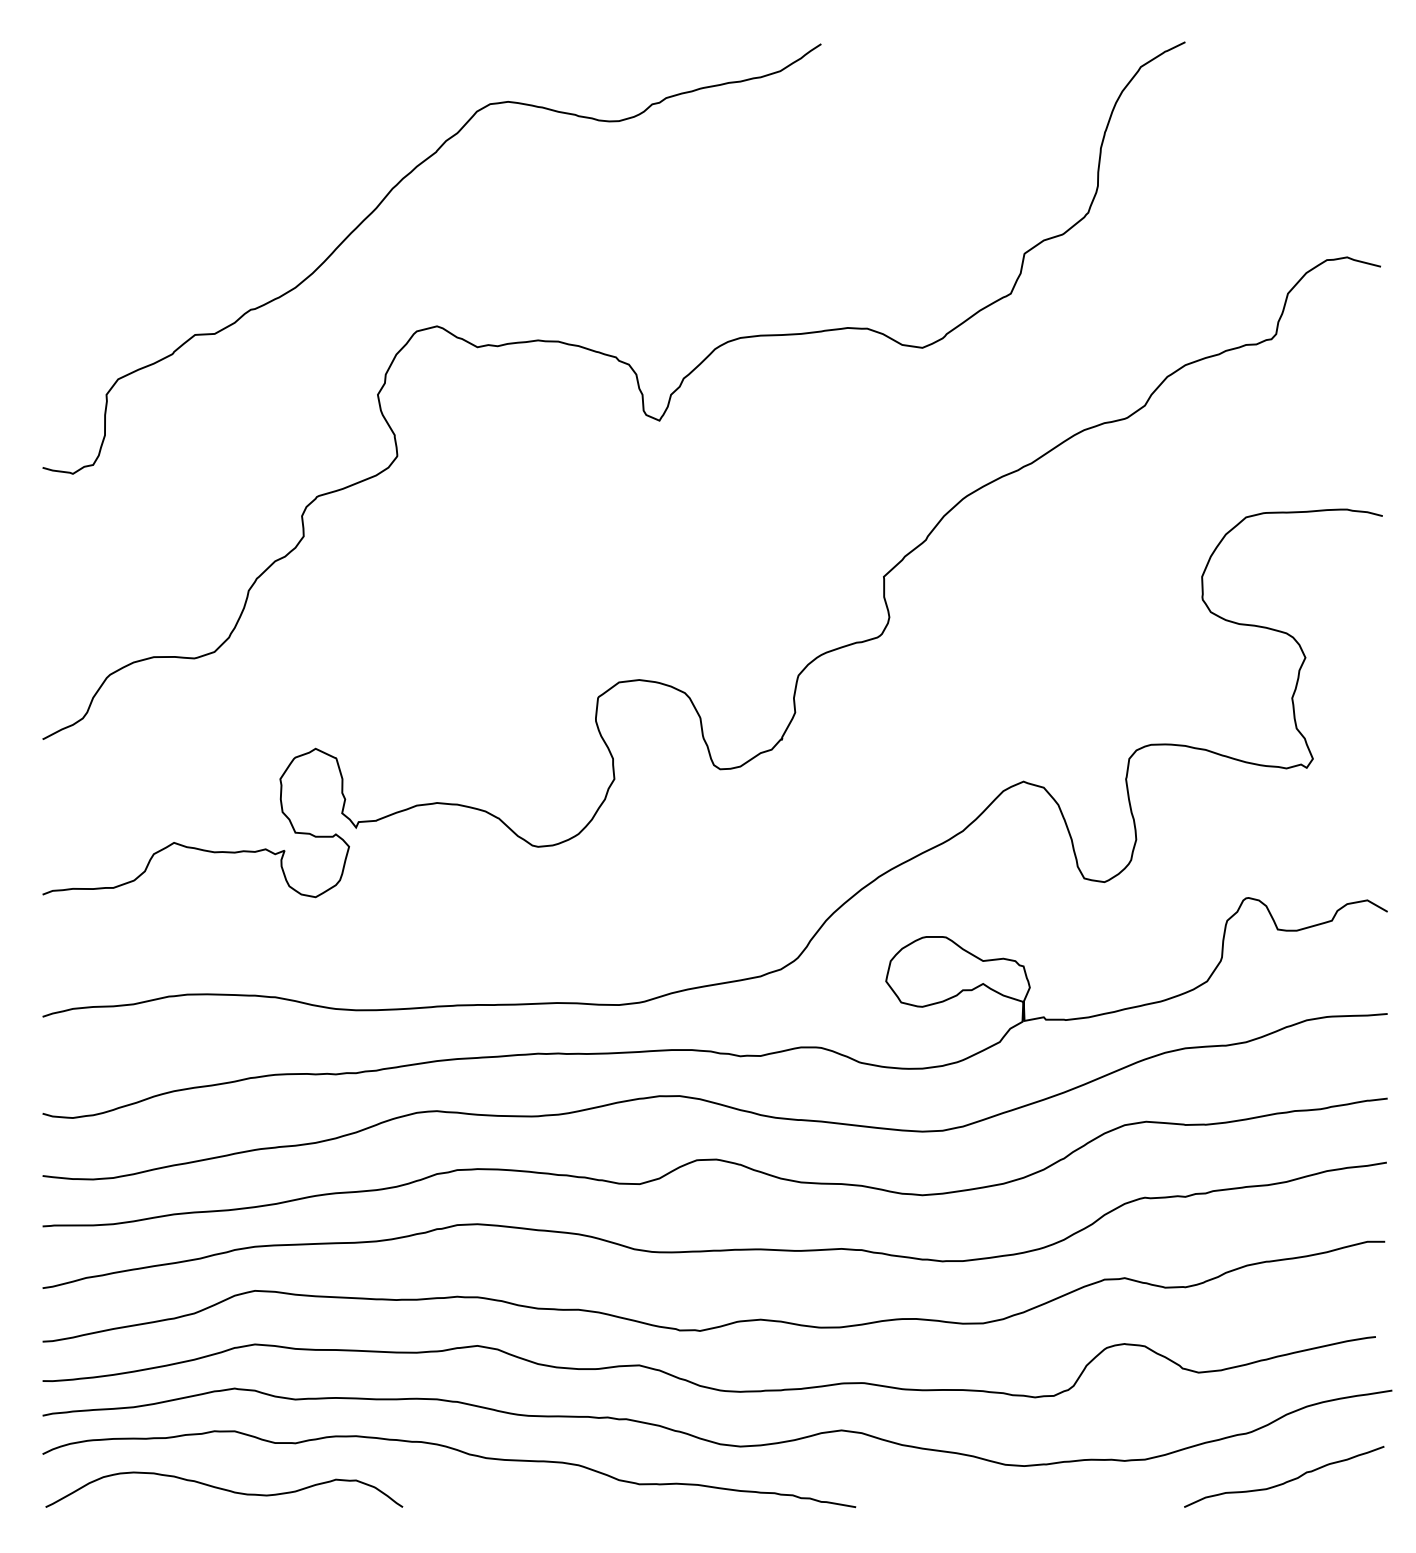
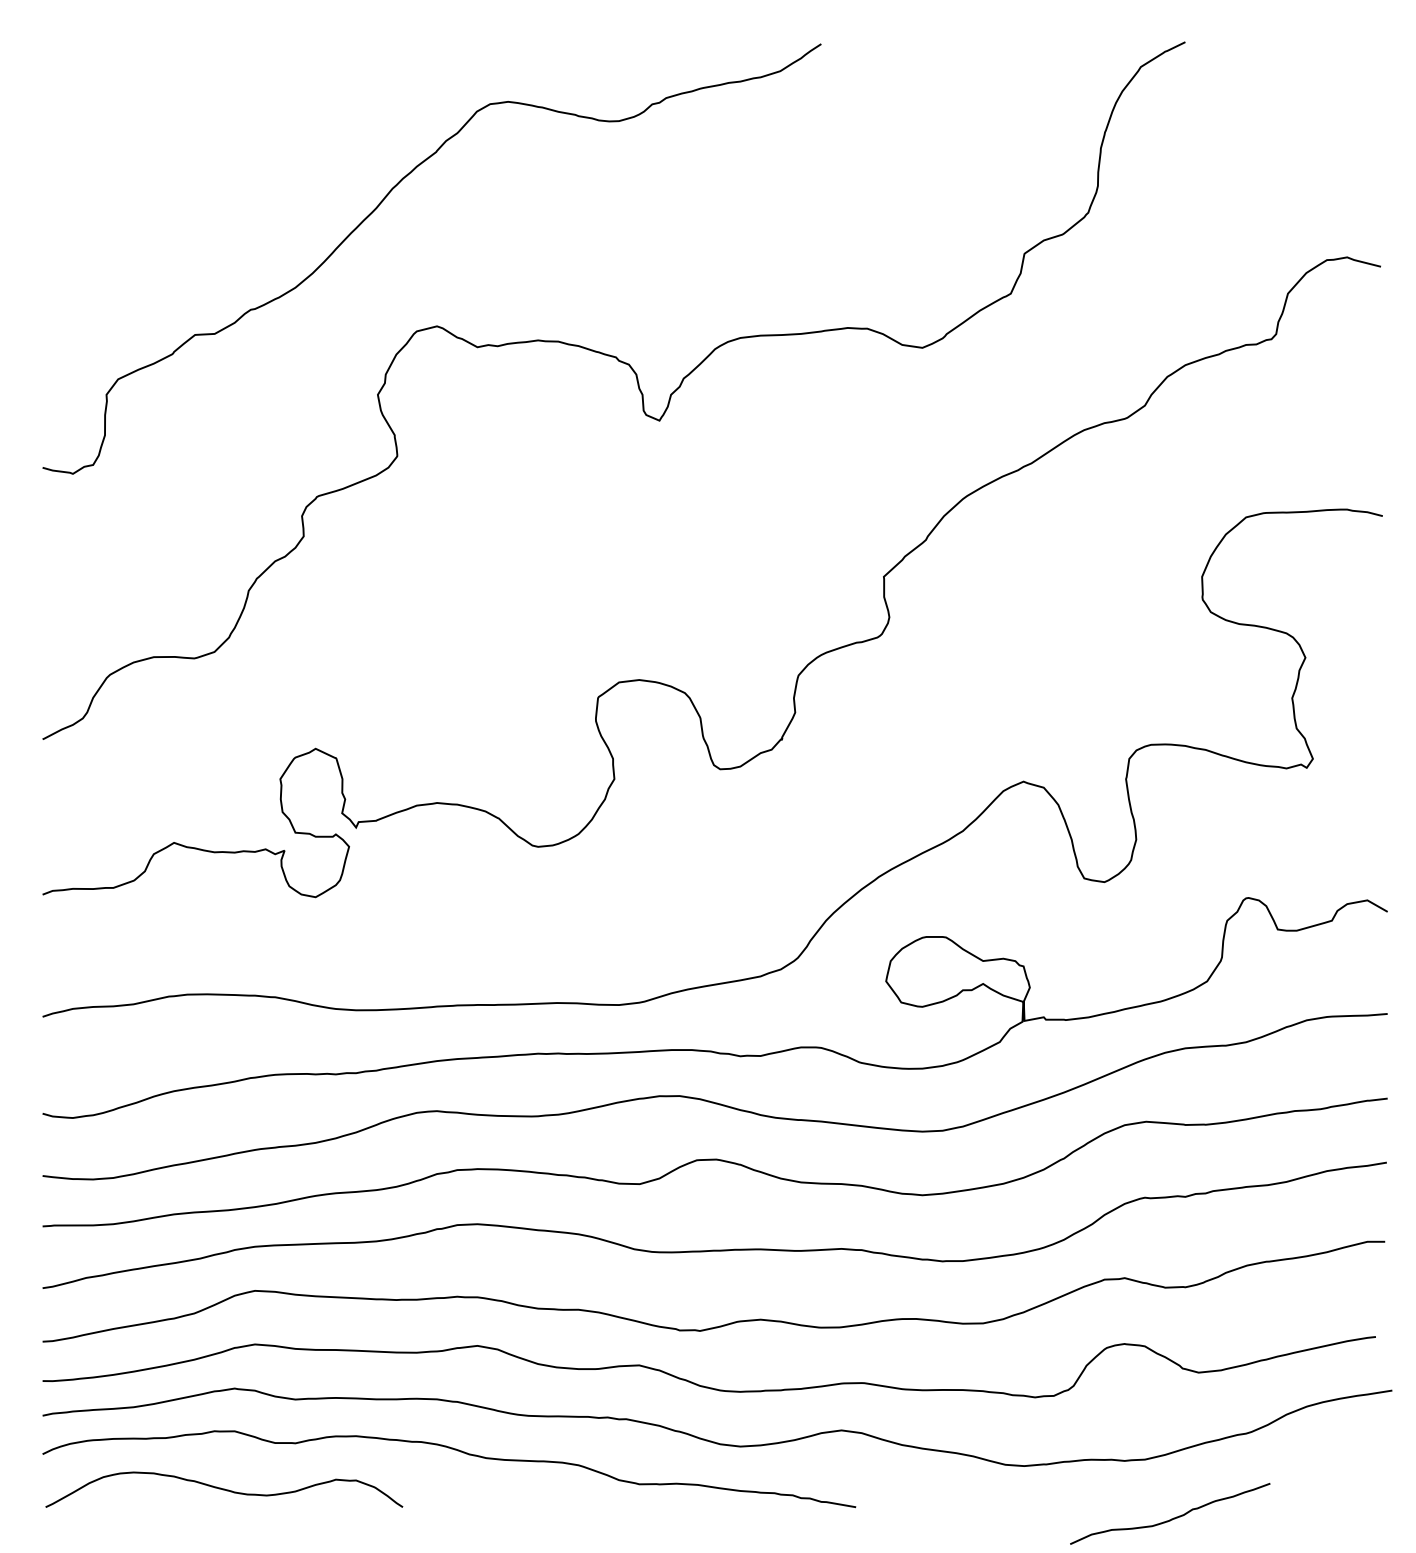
curve at (1287, 1480) position: (1287, 1480) -> (1173, 1517)
